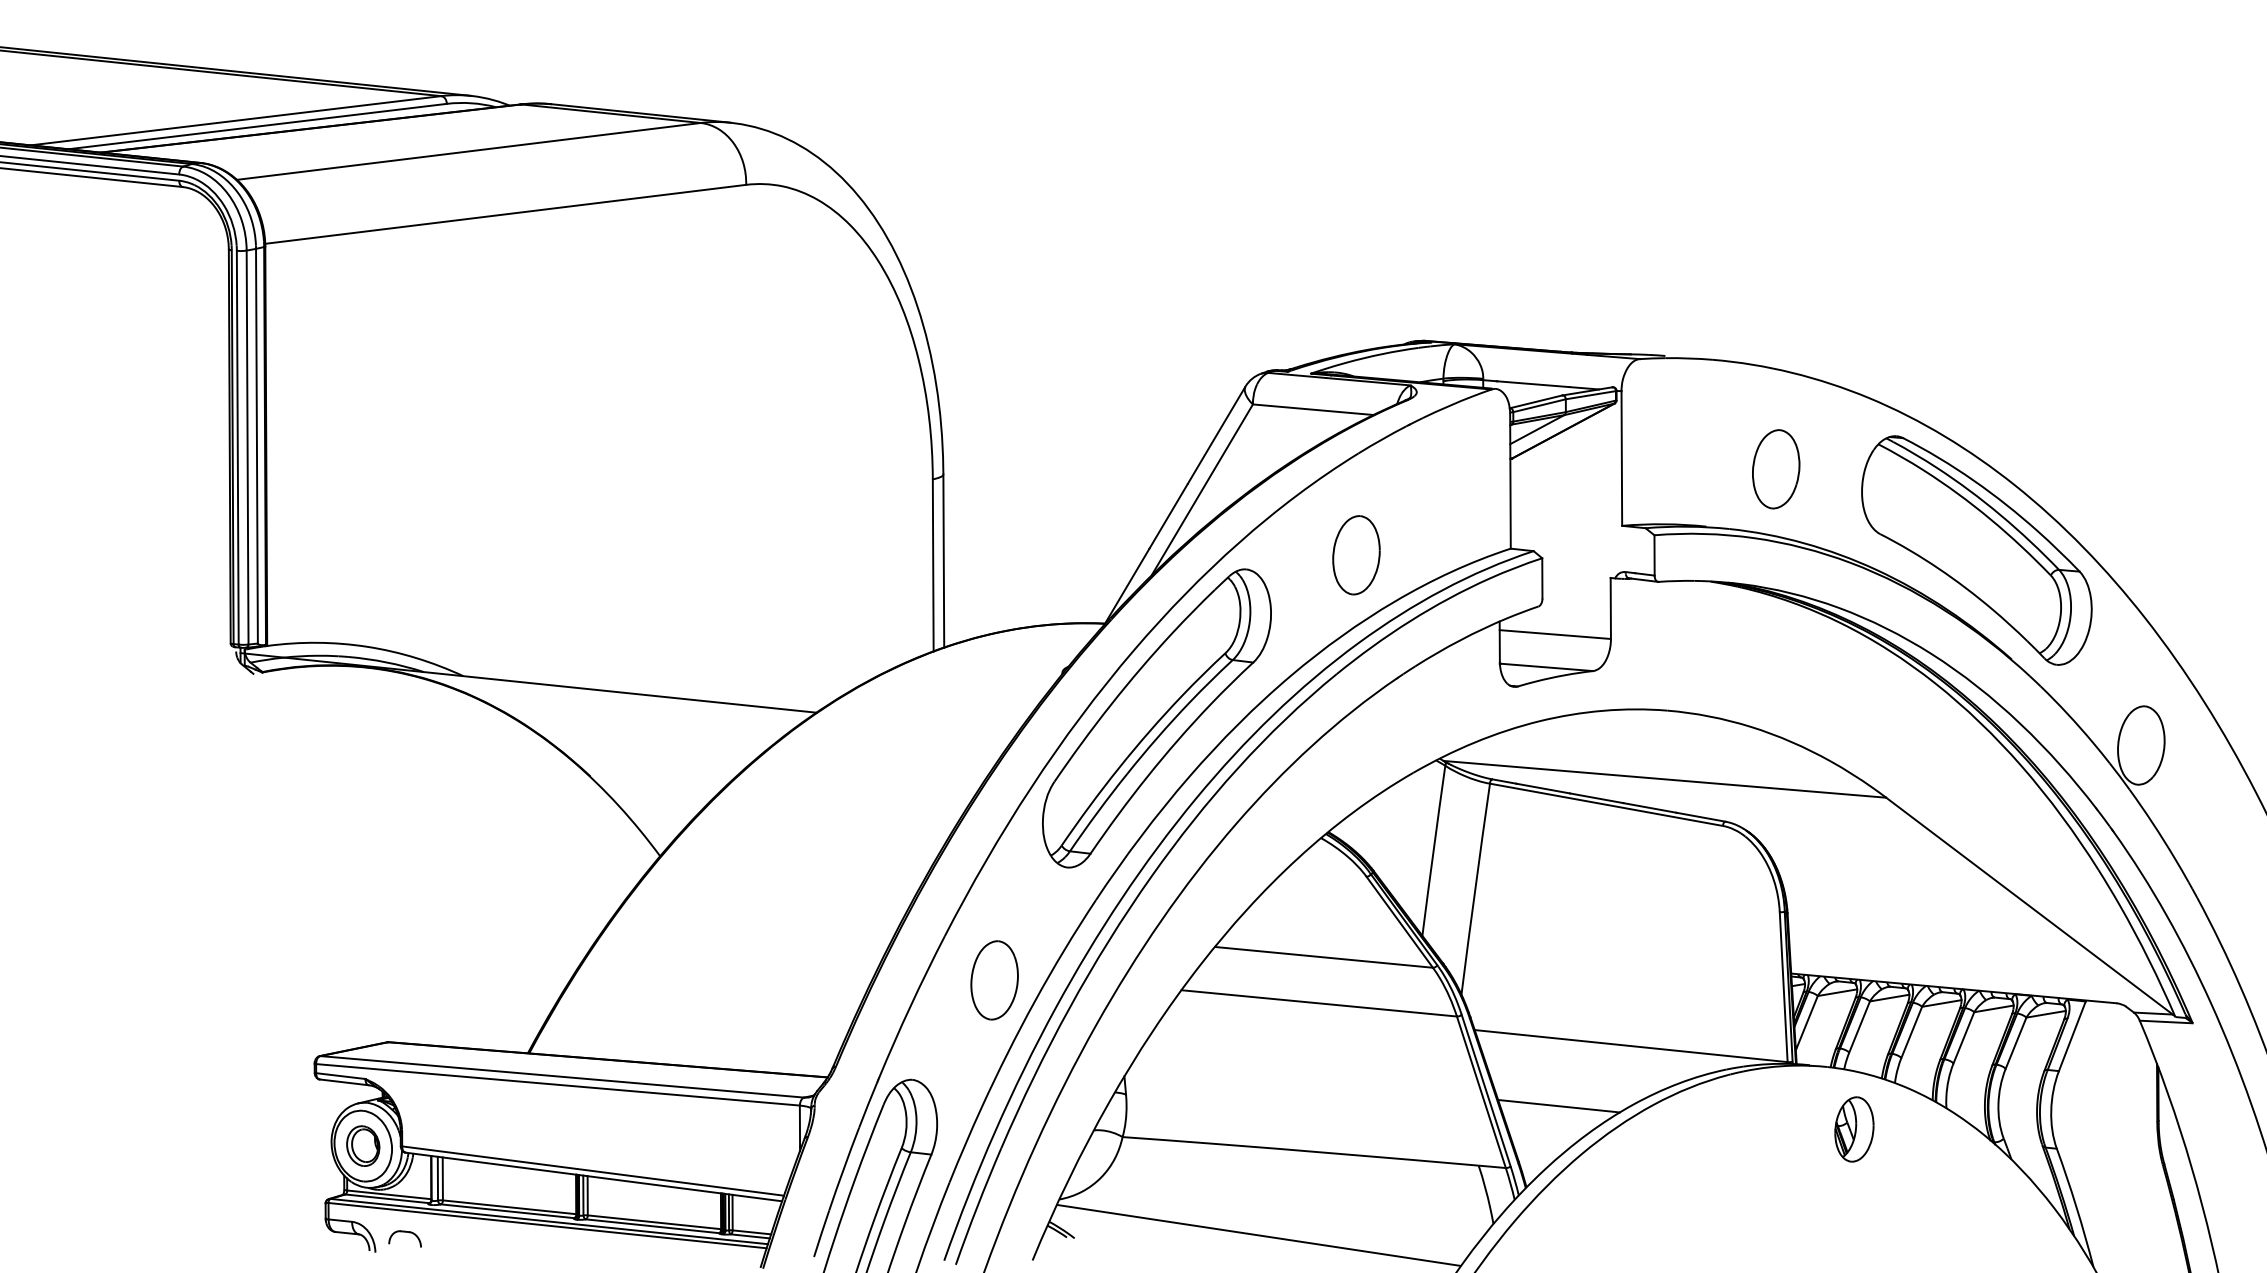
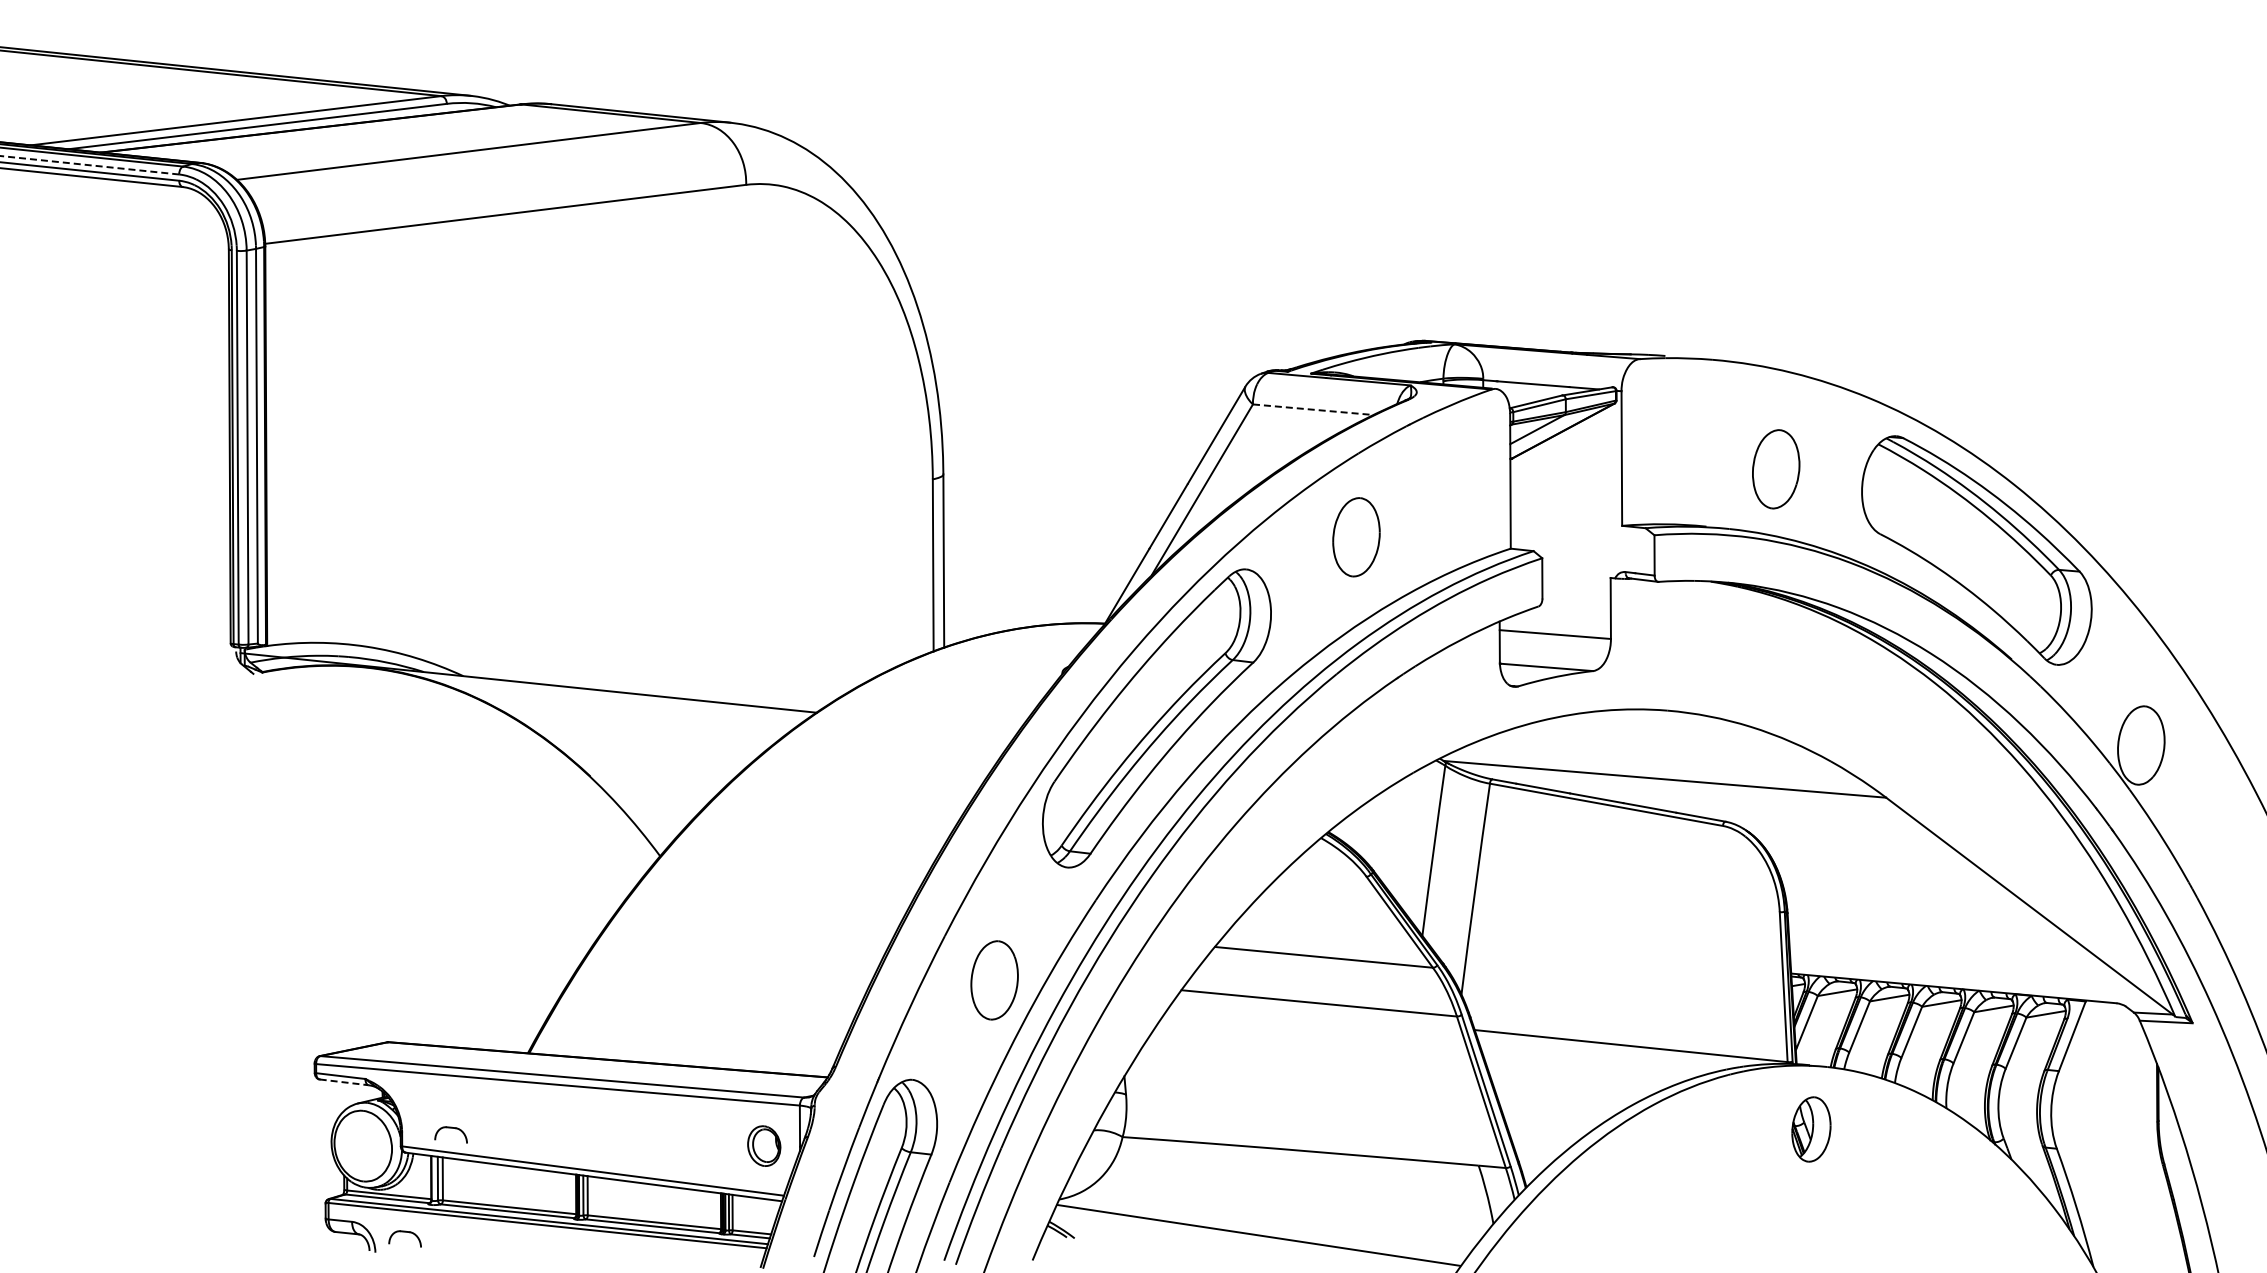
line at (89, 165): solid -> dashed
line at (1313, 409): solid -> dashed
part at (1356, 555) position: (1356, 555) -> (1356, 537)
line at (344, 1082): solid -> dashed
line at (1558, 1105): present -> none
part at (1854, 1129) position: (1854, 1129) -> (1811, 1129)
part at (450, 1134): none -> present
part at (363, 1145) position: (363, 1145) -> (764, 1145)
